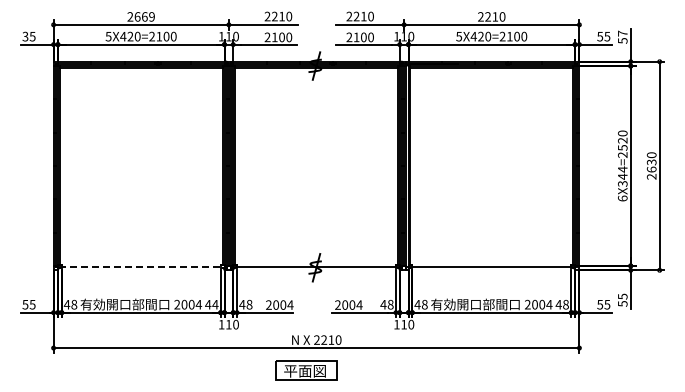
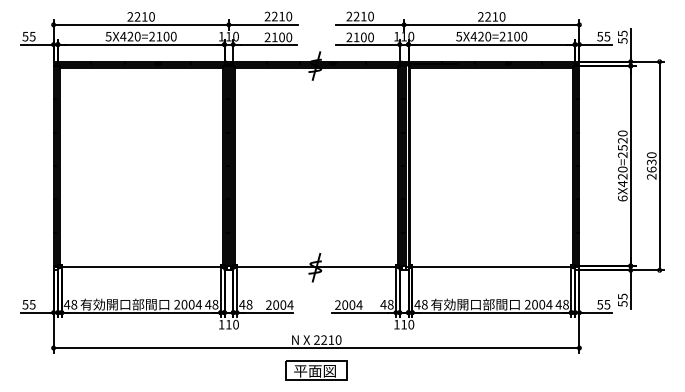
text at (144, 16): 2669 -> 2210
text at (622, 33): 57 -> 55
text at (25, 35): 35 -> 55
text at (622, 176): 6X344=2520 -> 6X420=2520
line at (141, 266): dashed -> solid
text at (215, 304): 44 -> 48
part at (306, 370) position: (306, 370) -> (316, 370)
